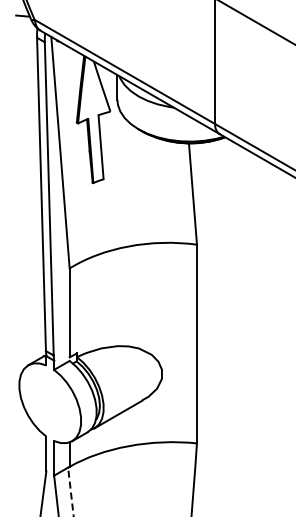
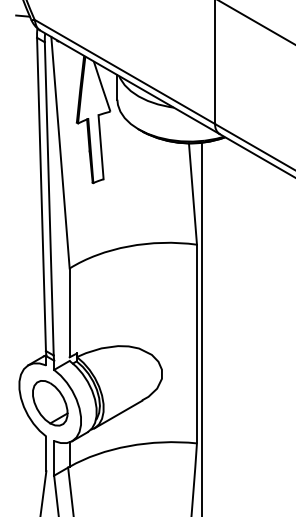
line at (201, 327): none -> present
part at (50, 403): none -> present
line at (70, 492): dashed -> solid
